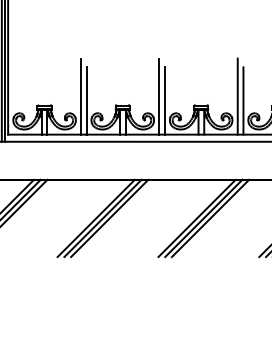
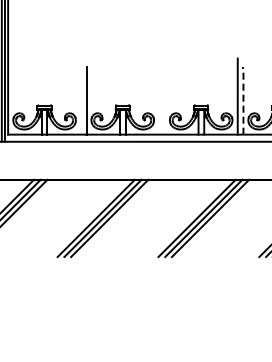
line at (80, 96): present -> none
line at (159, 96): present -> none
line at (165, 100): present -> none
line at (243, 101): solid -> dashed
